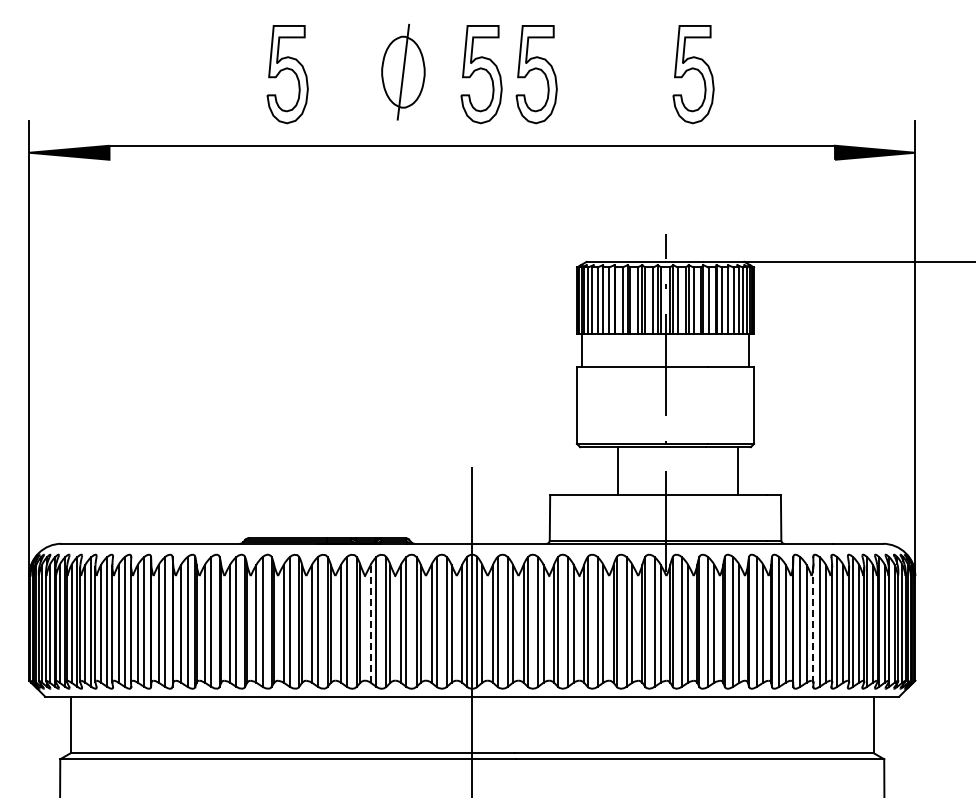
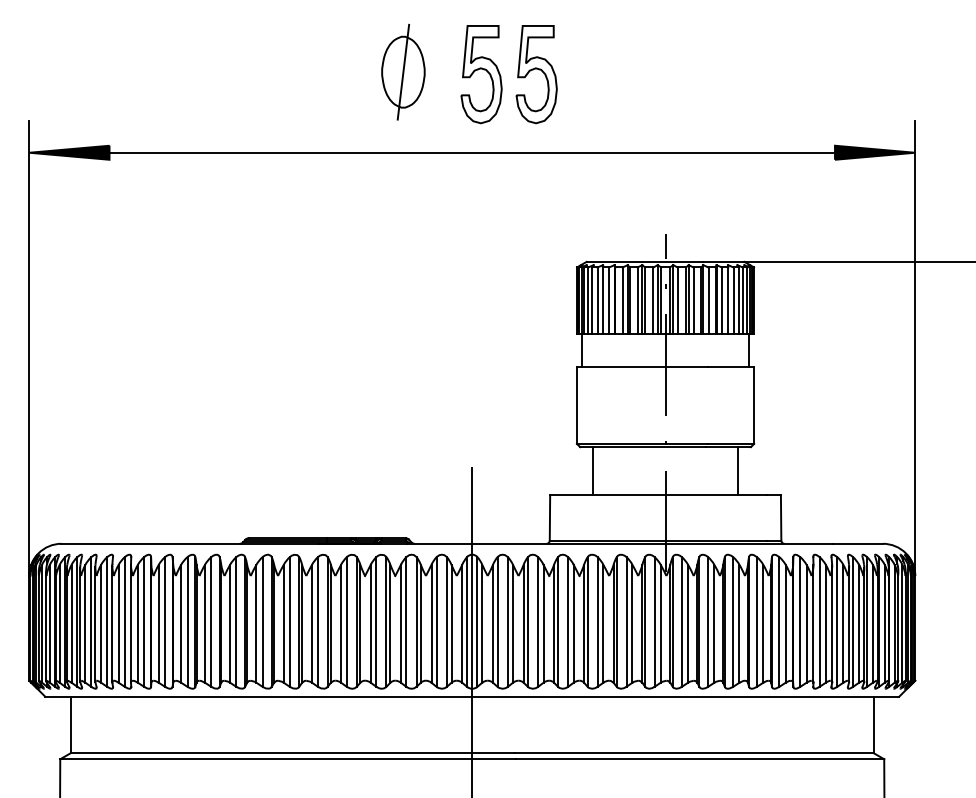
part at (287, 74): present -> none
part at (693, 74): present -> none
line at (472, 145) position: (472, 145) -> (472, 152)
line at (618, 471) position: (618, 471) -> (593, 471)
line at (370, 623): dashed -> solid
line at (813, 623): dashed -> solid
